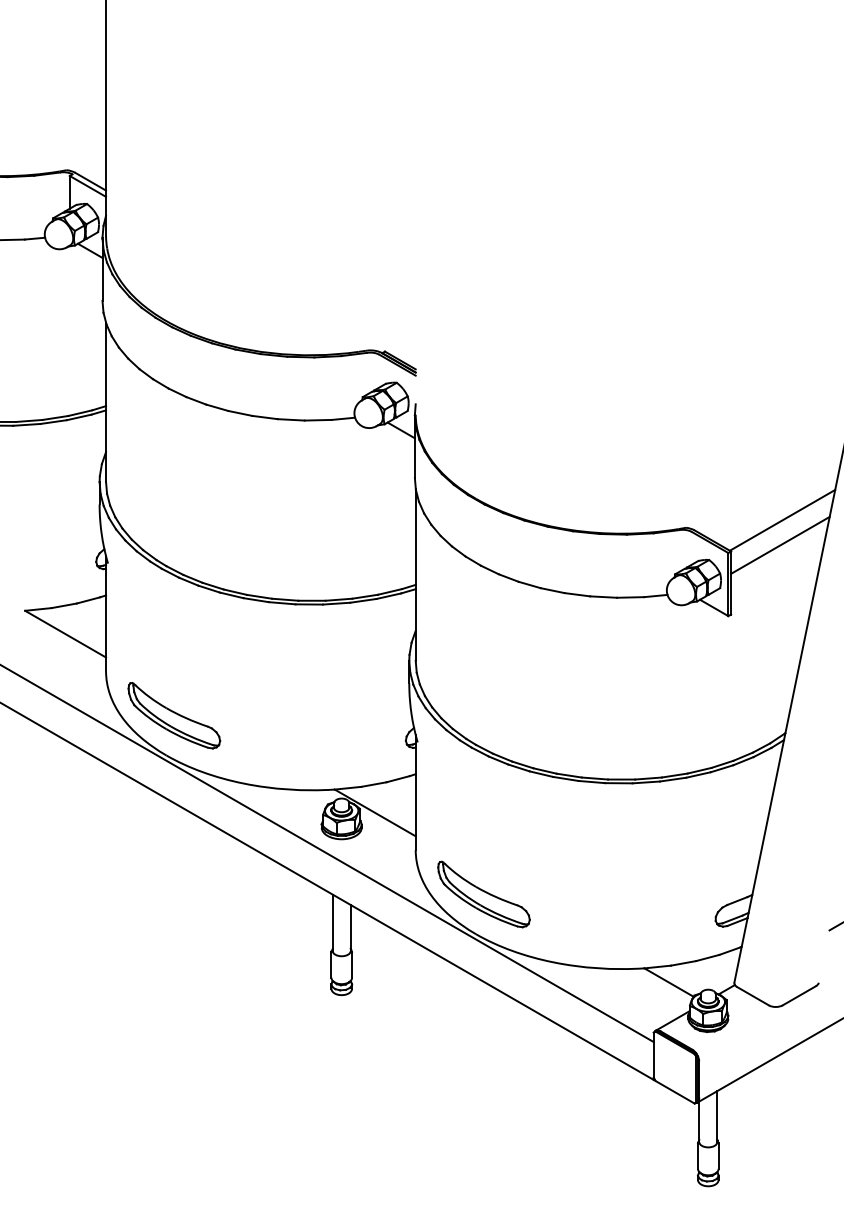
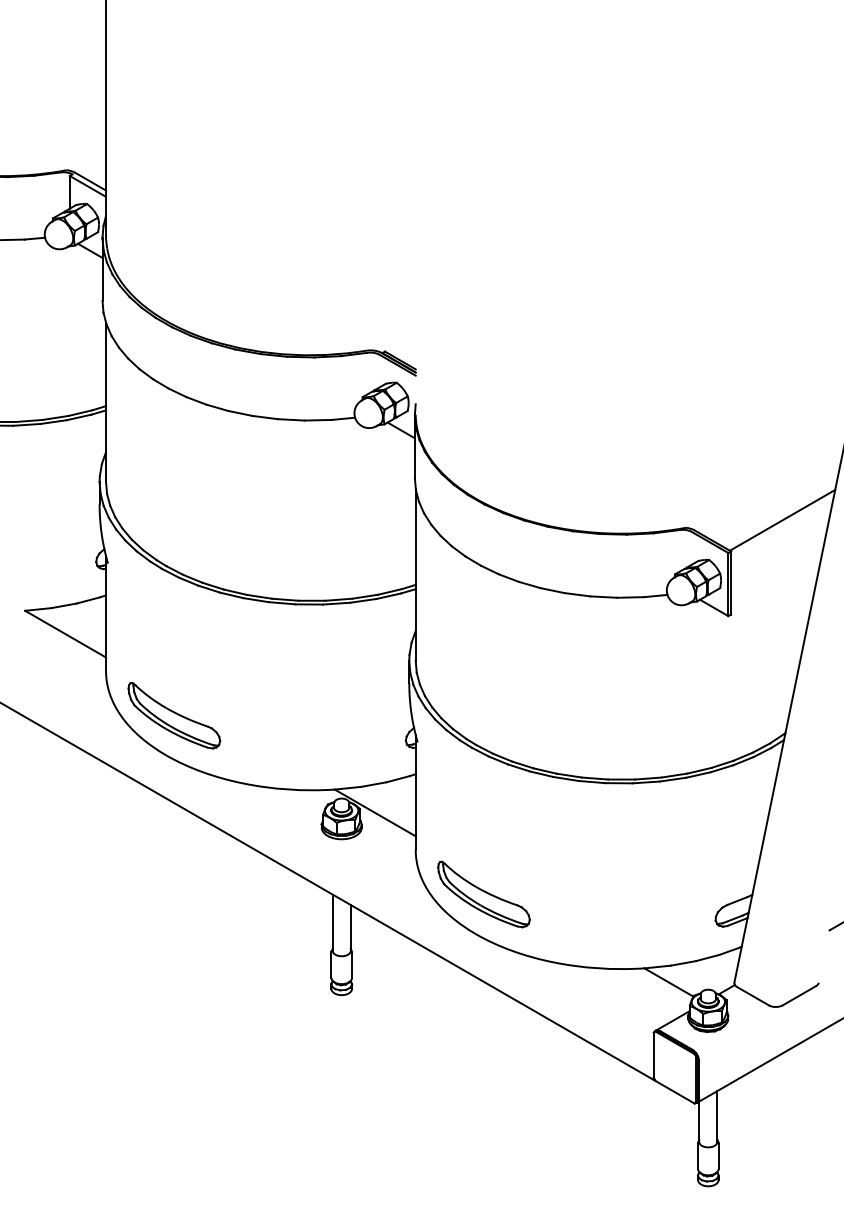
line at (780, 544): present -> none
line at (327, 853): present -> none
